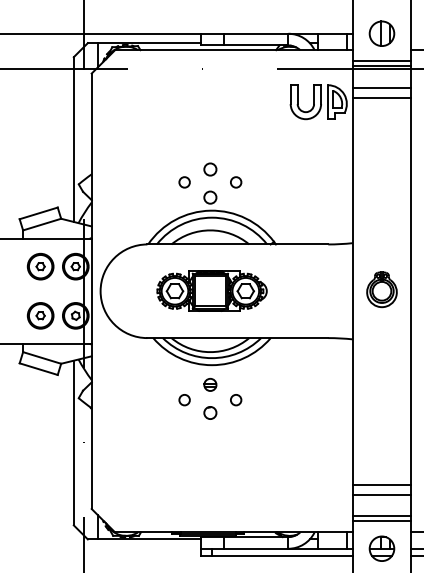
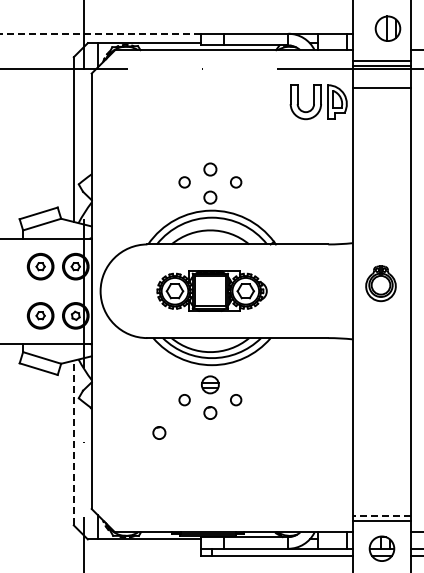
line at (100, 33): solid -> dashed
part at (381, 33) position: (381, 33) -> (387, 28)
line at (381, 97): present -> none
part at (381, 289) position: (381, 289) -> (380, 283)
part at (210, 384) size: 15x14 px -> 19x20 px
circle at (159, 432): none -> present
line at (73, 442): solid -> dashed
line at (381, 484): present -> none
line at (381, 494): present -> none
line at (381, 516): solid -> dashed
